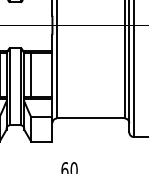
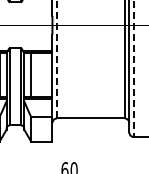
line at (57, 59): solid -> dashed
line at (133, 69): solid -> dashed
